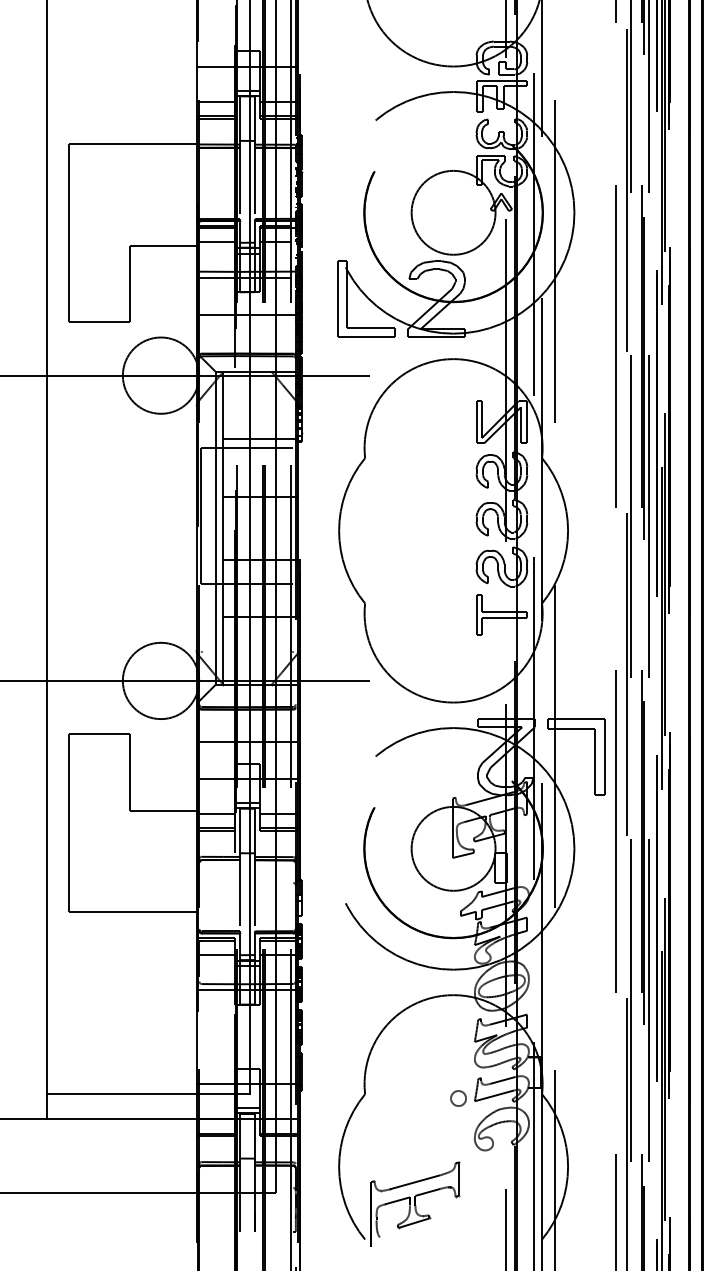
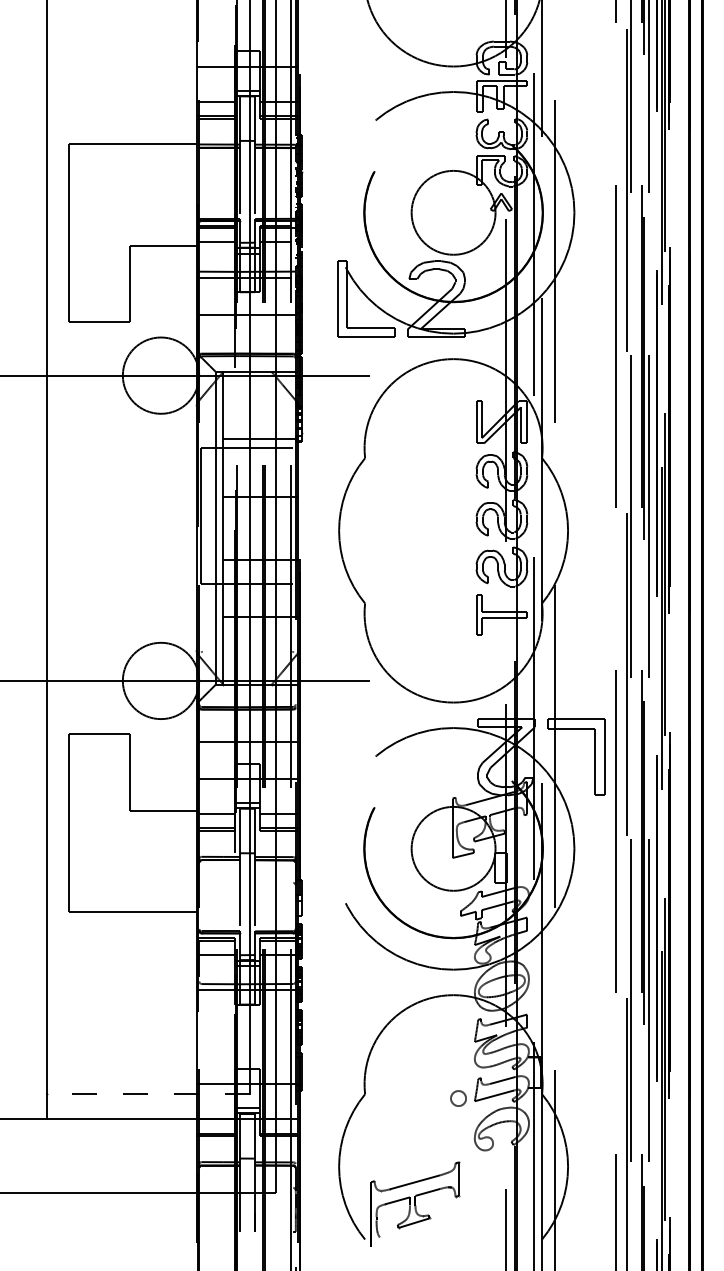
line at (148, 1093): solid -> dashed
